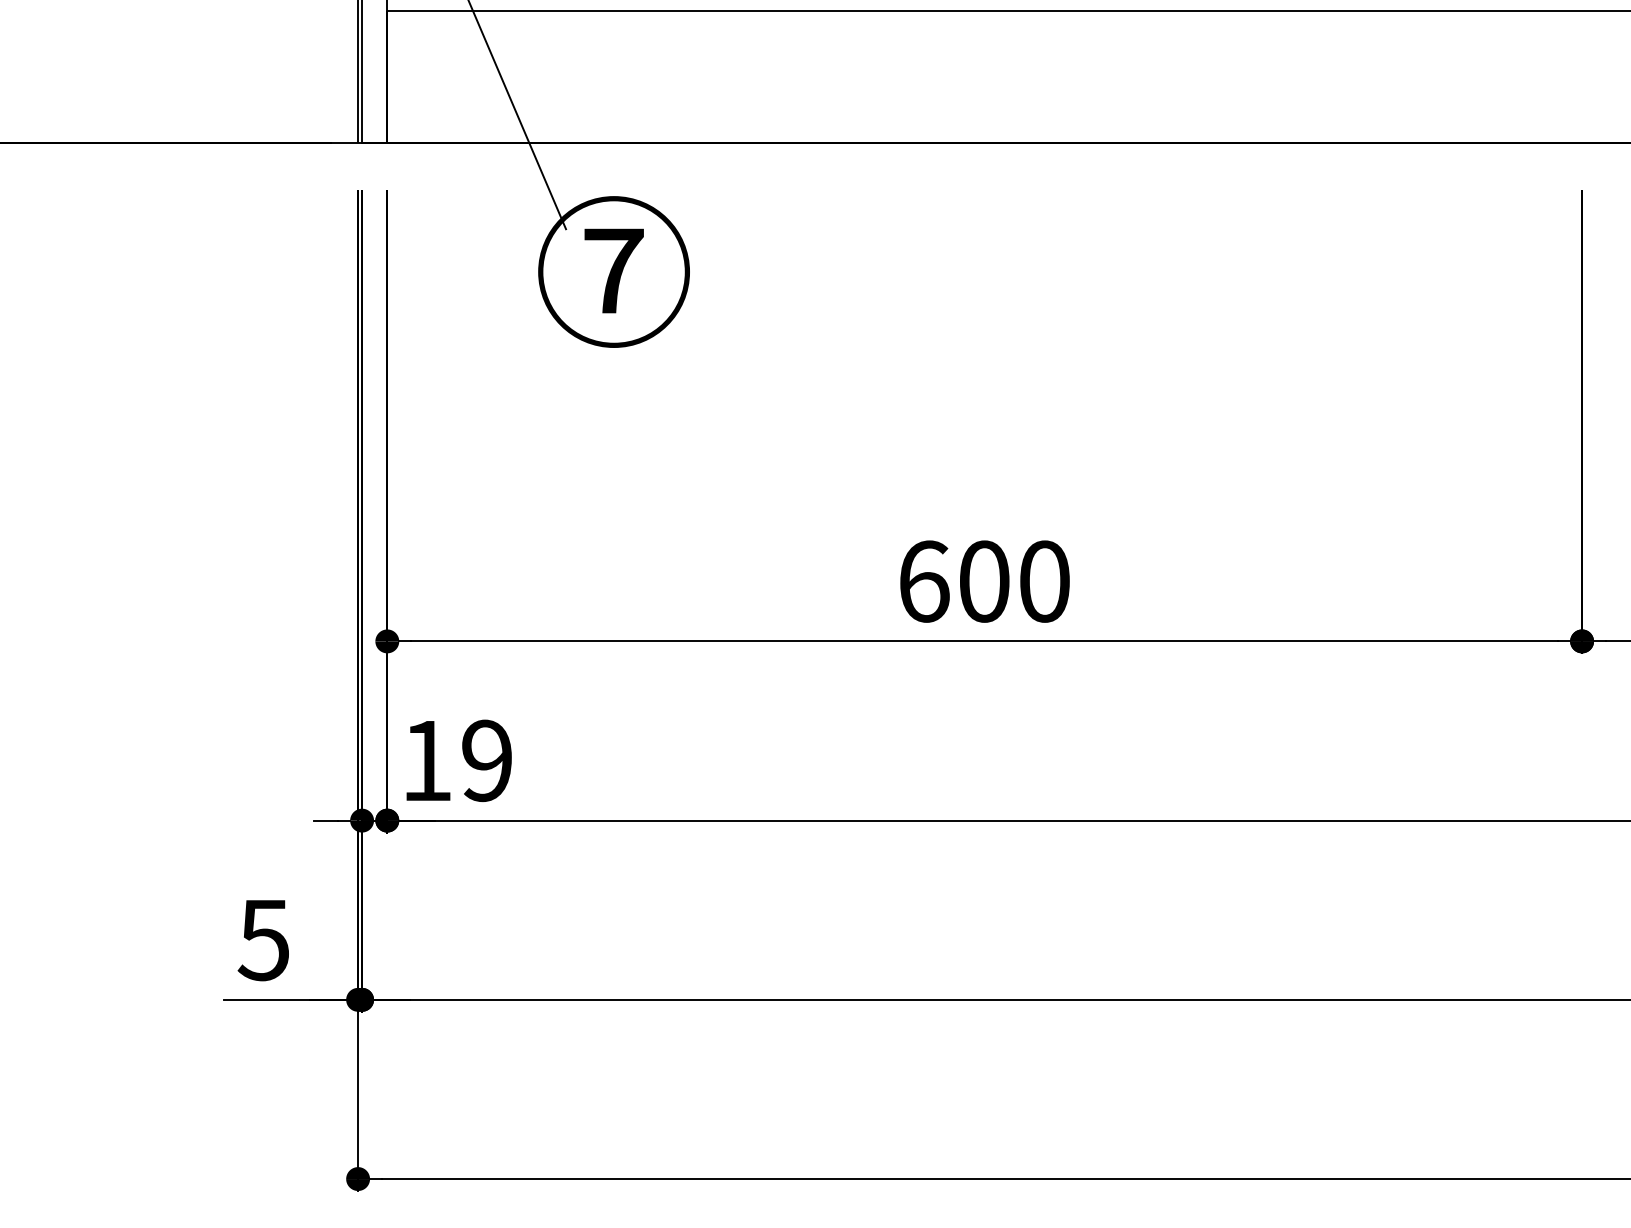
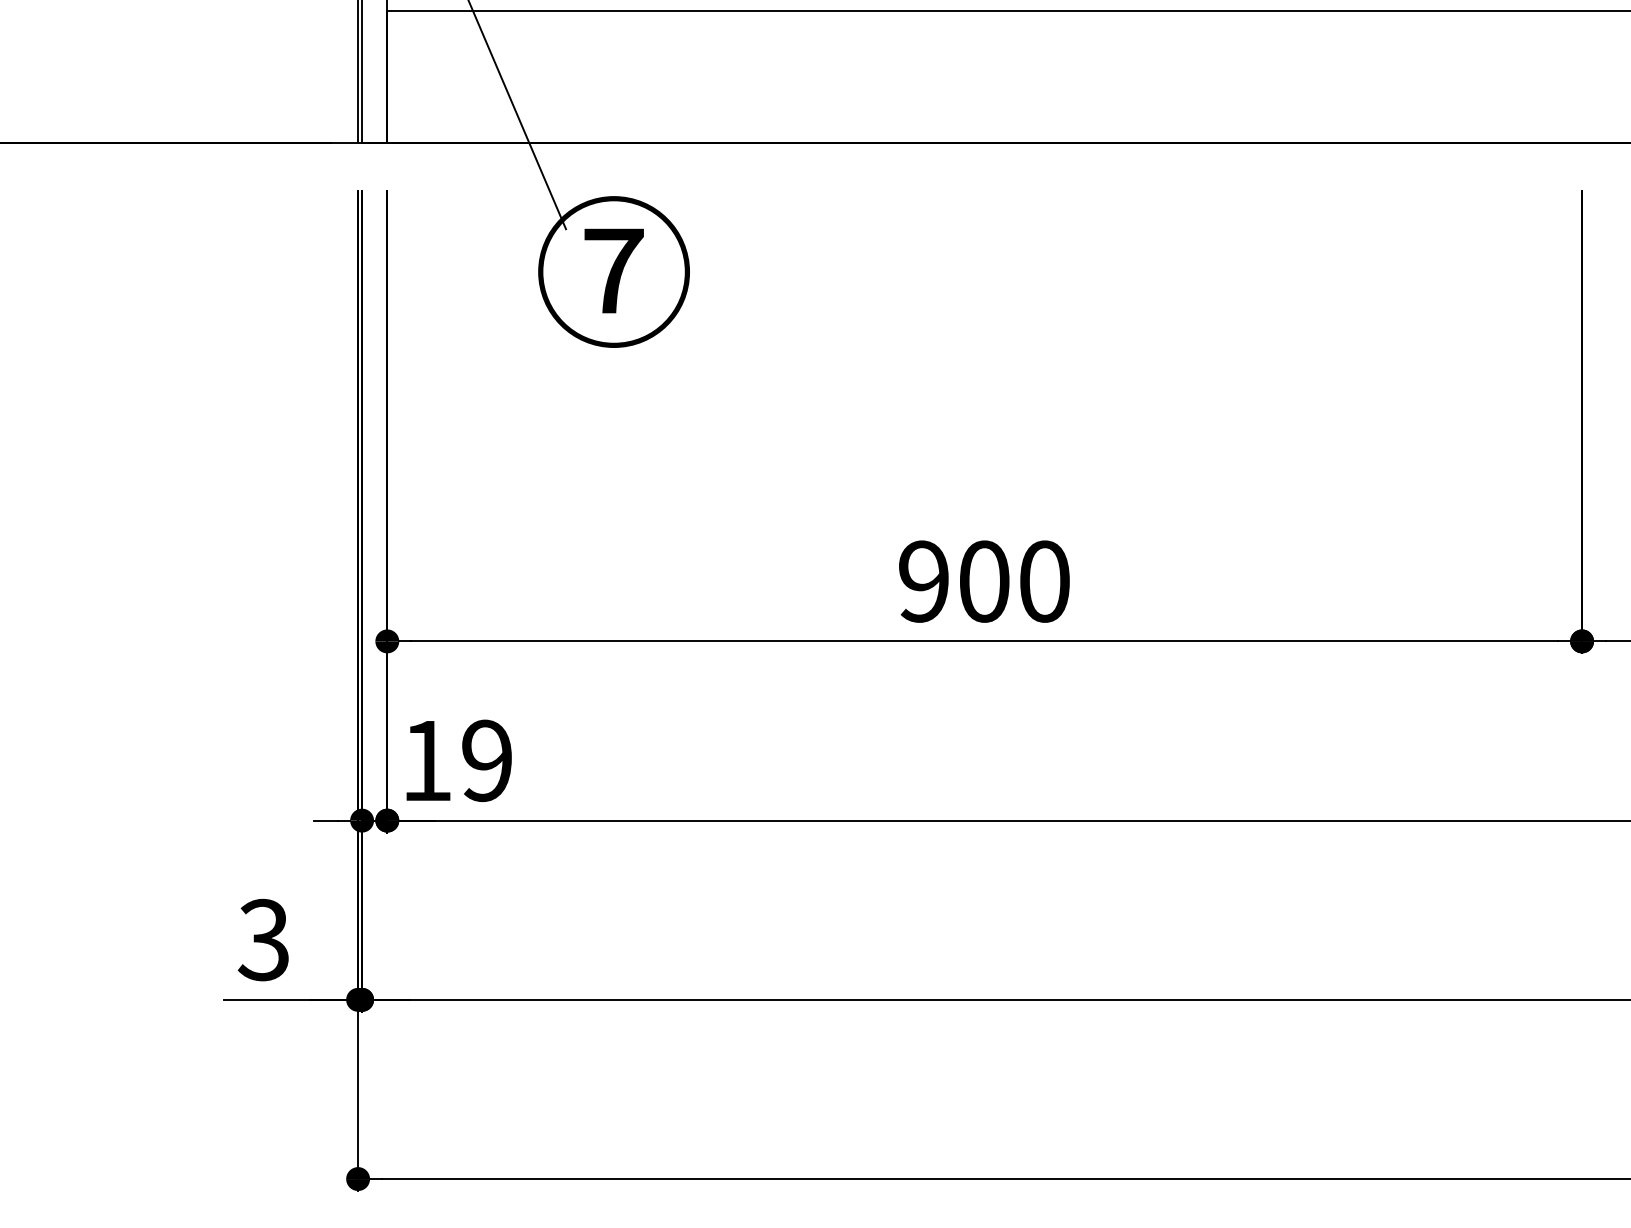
text at (924, 581): 600 -> 900
text at (262, 939): 5 -> 3
